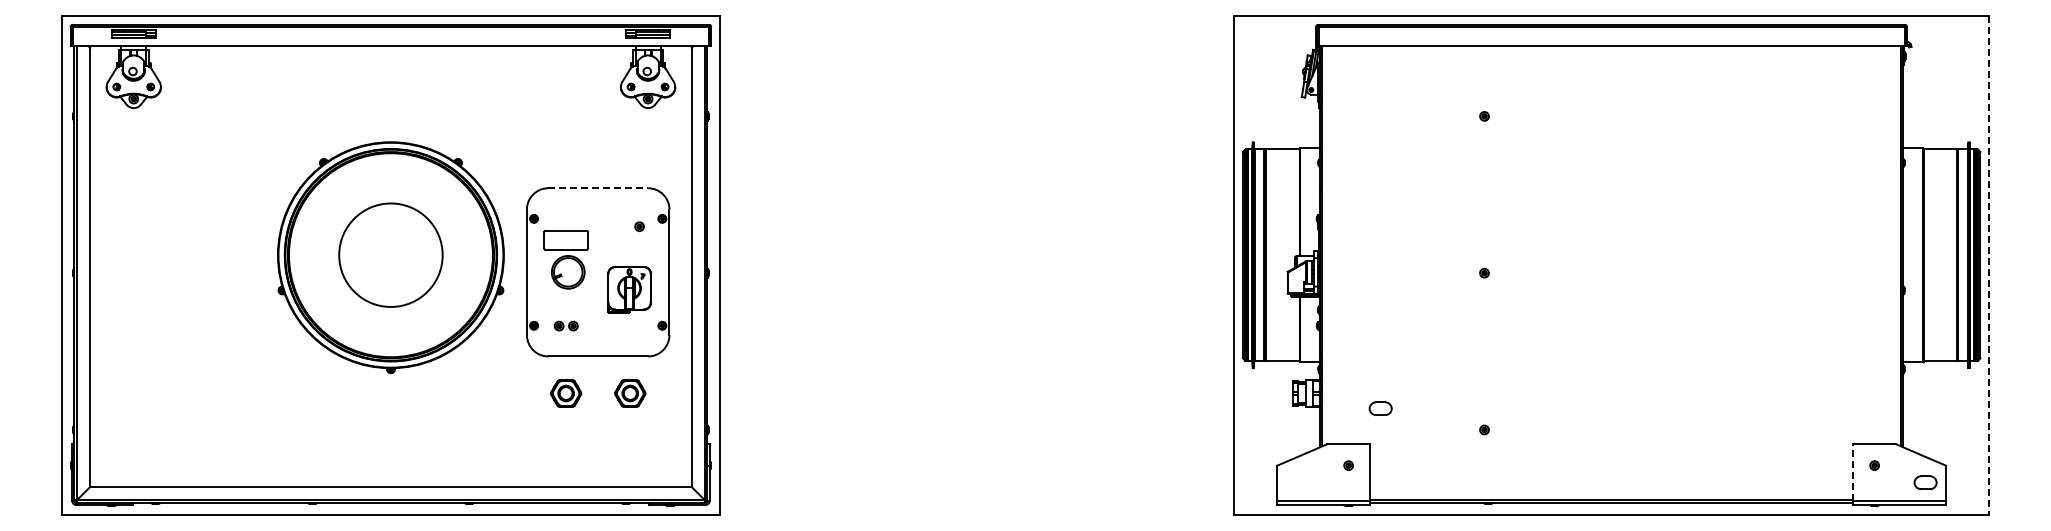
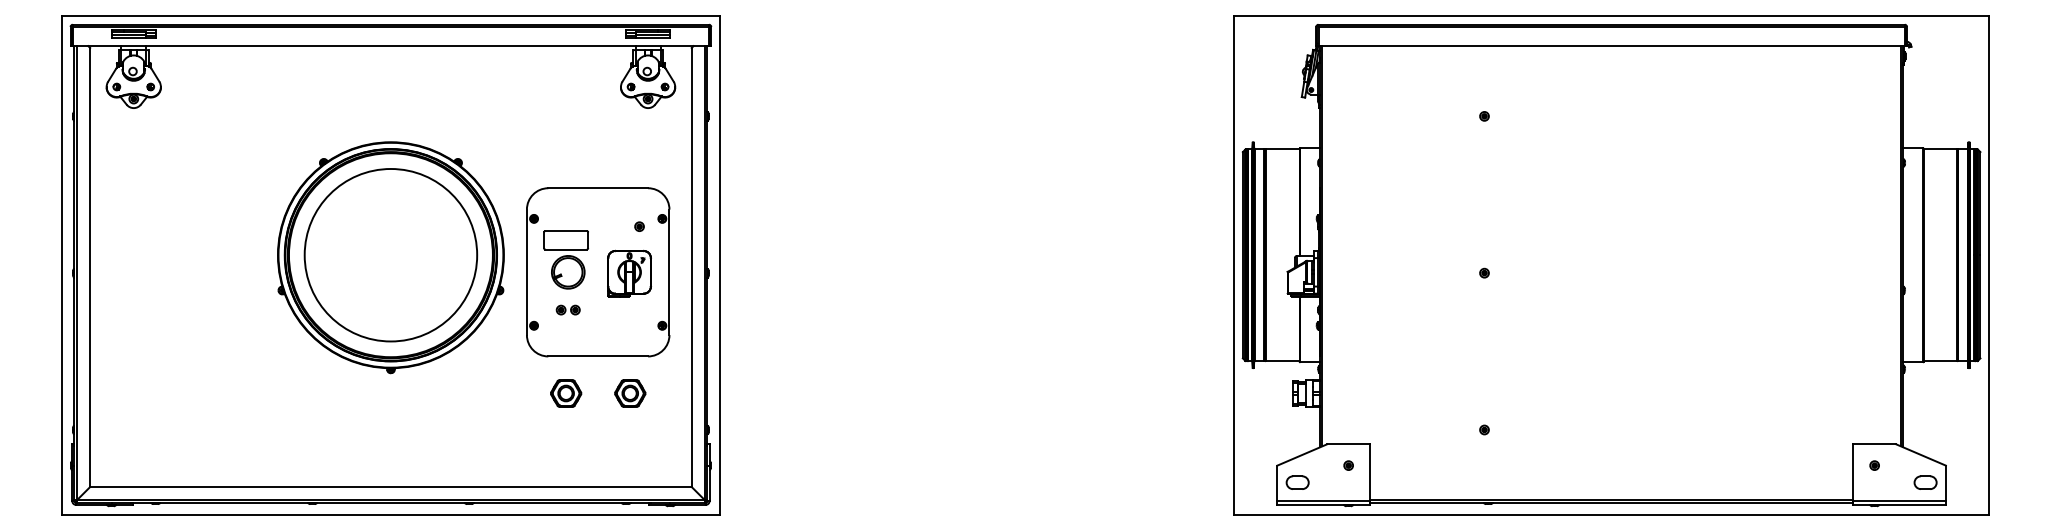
line at (598, 188): dashed -> solid
circle at (390, 254) diameter: 103 px -> 172 px
line at (1989, 265): dashed -> solid
part at (629, 289) position: (629, 289) -> (629, 273)
part at (565, 325) position: (565, 325) -> (567, 309)
part at (1380, 408) position: (1380, 408) -> (1297, 482)
line at (1853, 472): dashed -> solid
